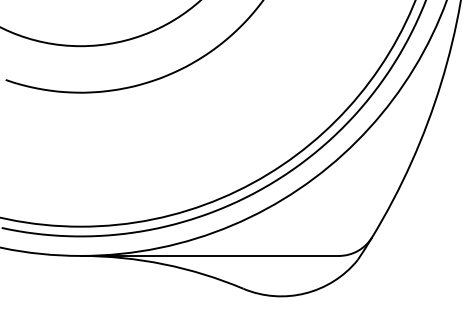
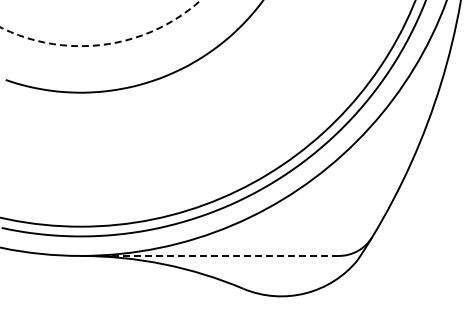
circle at (100, 23): solid -> dashed
line at (209, 255): solid -> dashed
